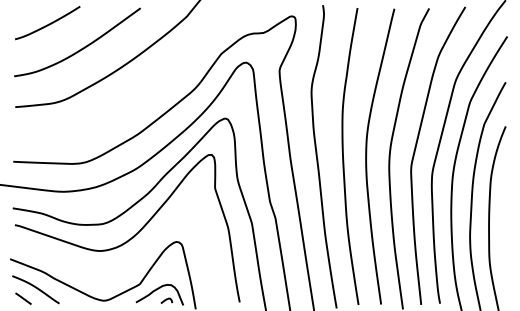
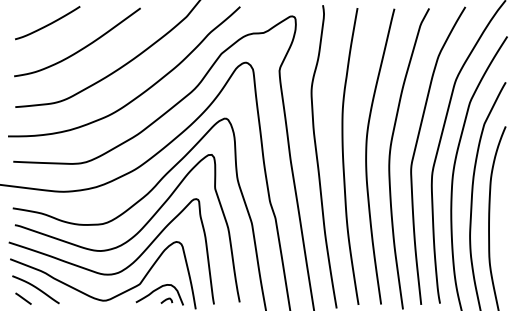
curve at (140, 93): none -> present
curve at (120, 270): none -> present
